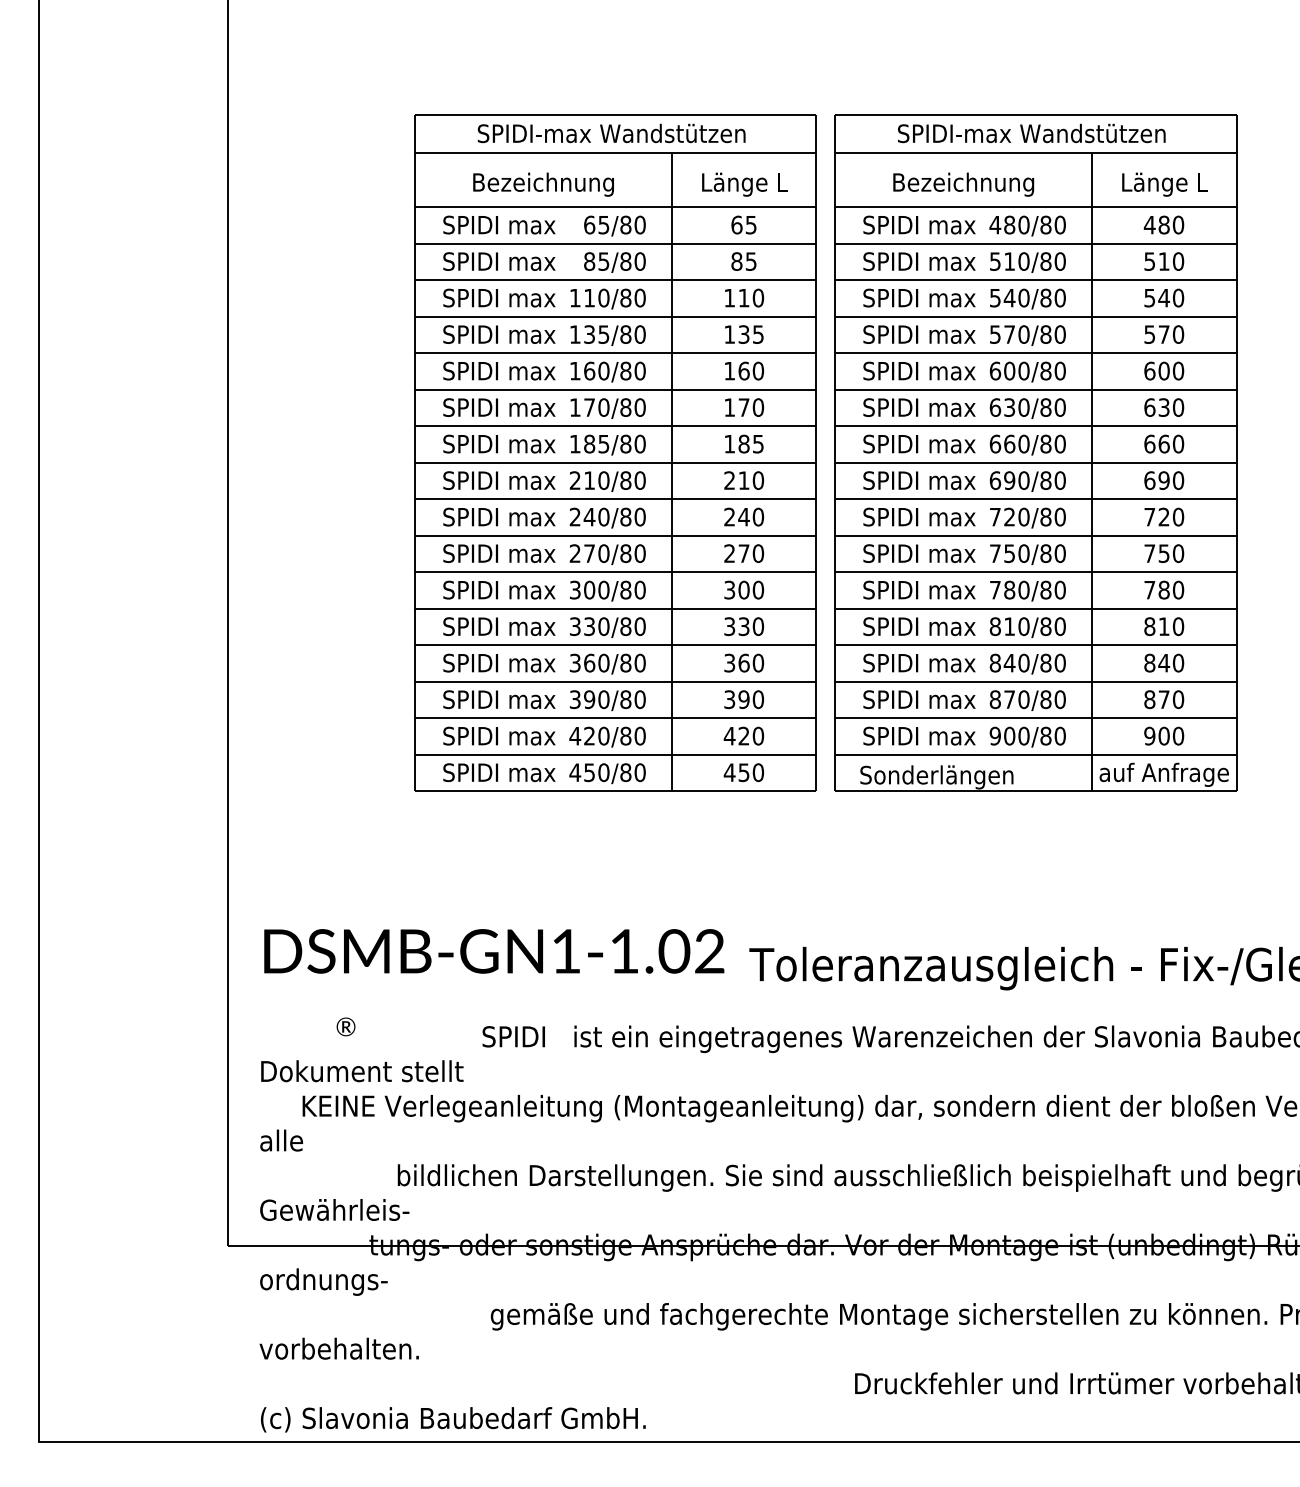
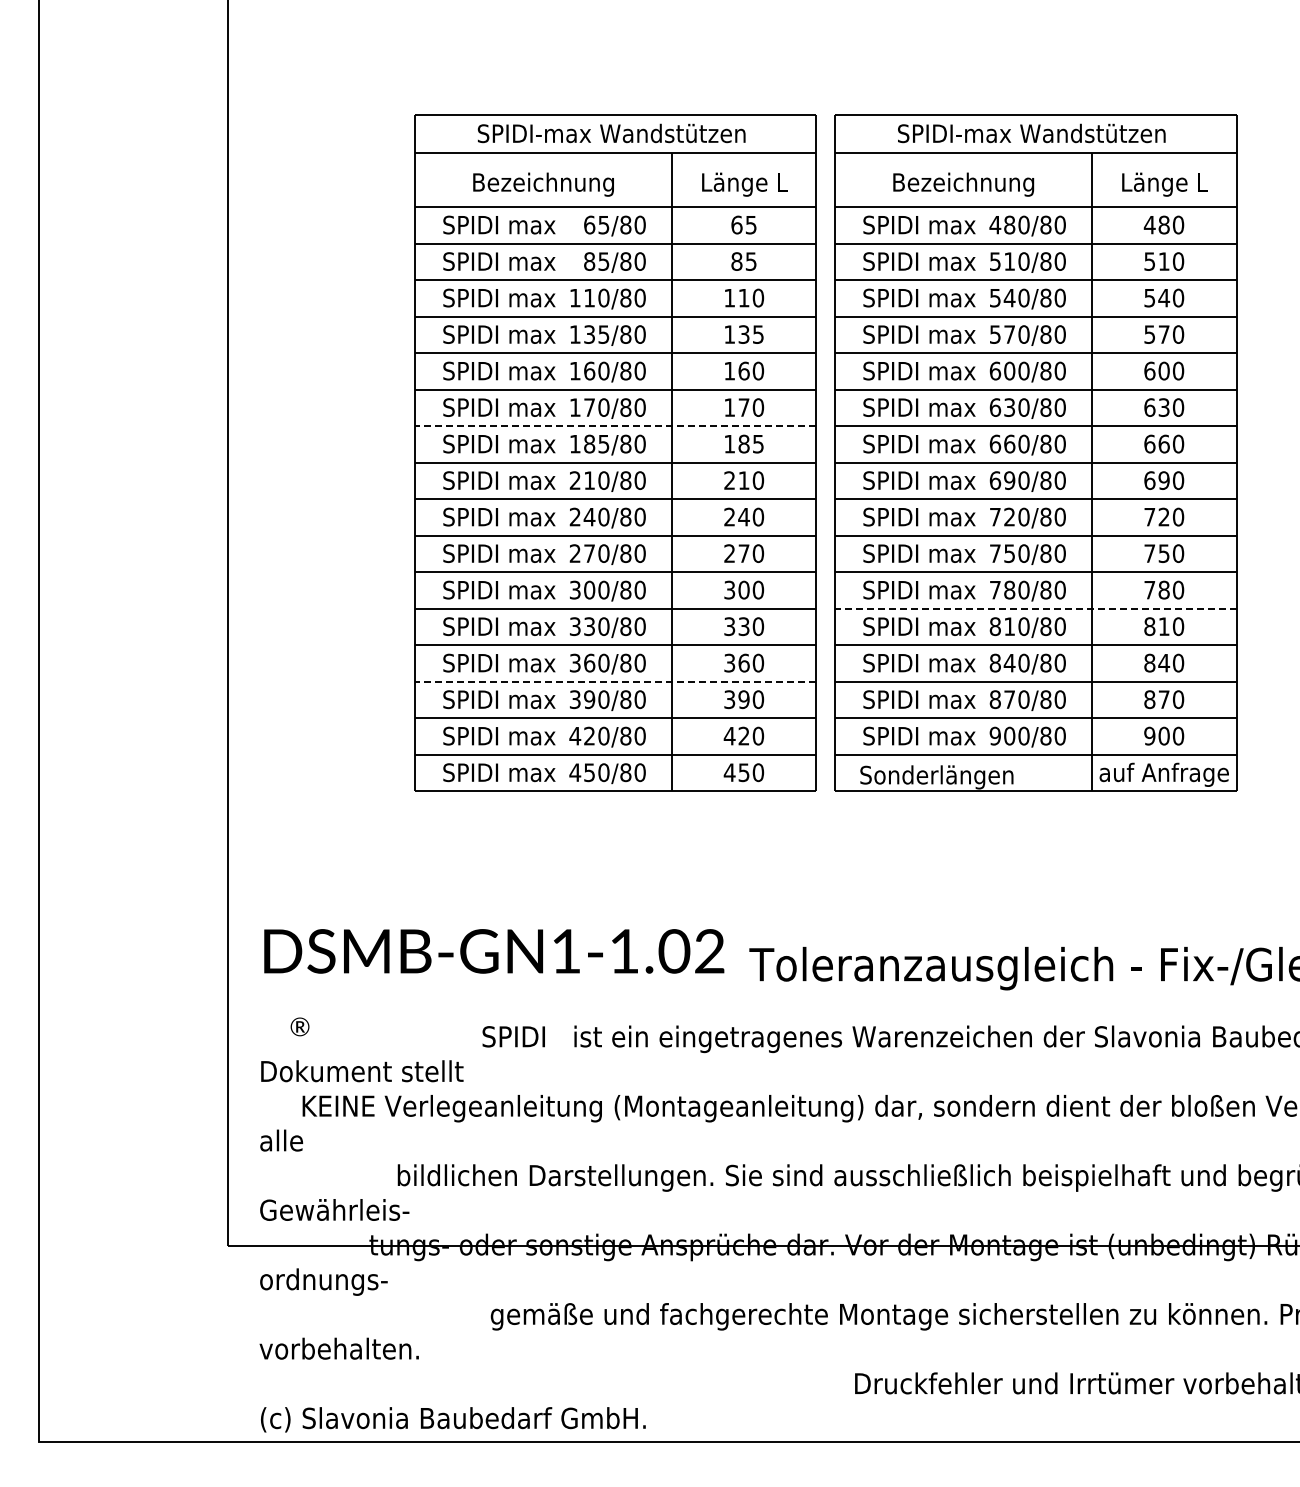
line at (615, 426): solid -> dashed
line at (1035, 608): solid -> dashed
line at (615, 681): solid -> dashed
text at (345, 1026) position: (345, 1026) -> (299, 1026)
